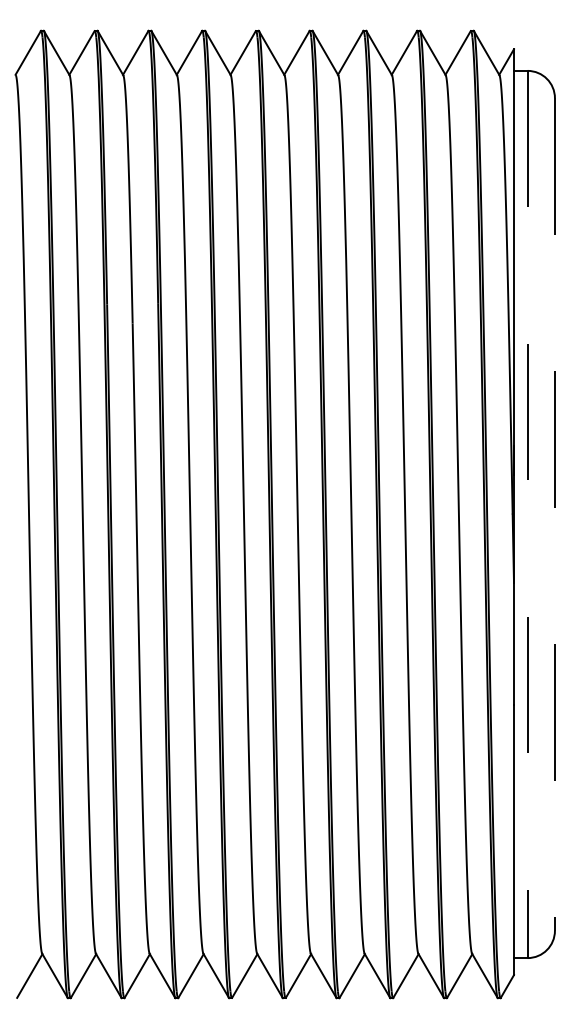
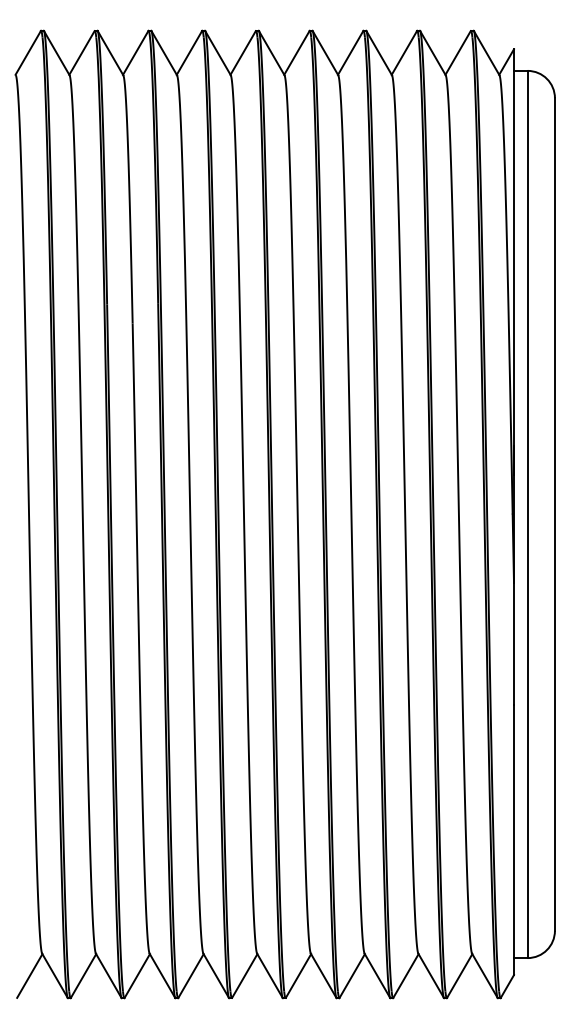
line at (527, 514): dashed -> solid
line at (554, 514): dashed -> solid
